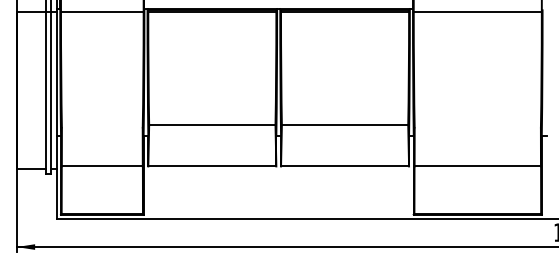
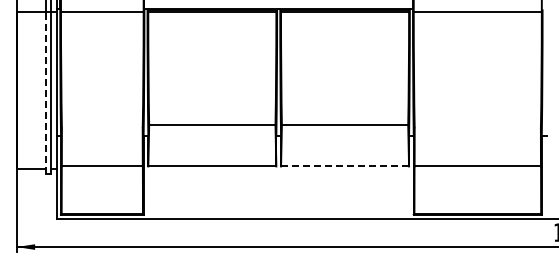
line at (46, 92): solid -> dashed
line at (344, 166): solid -> dashed
